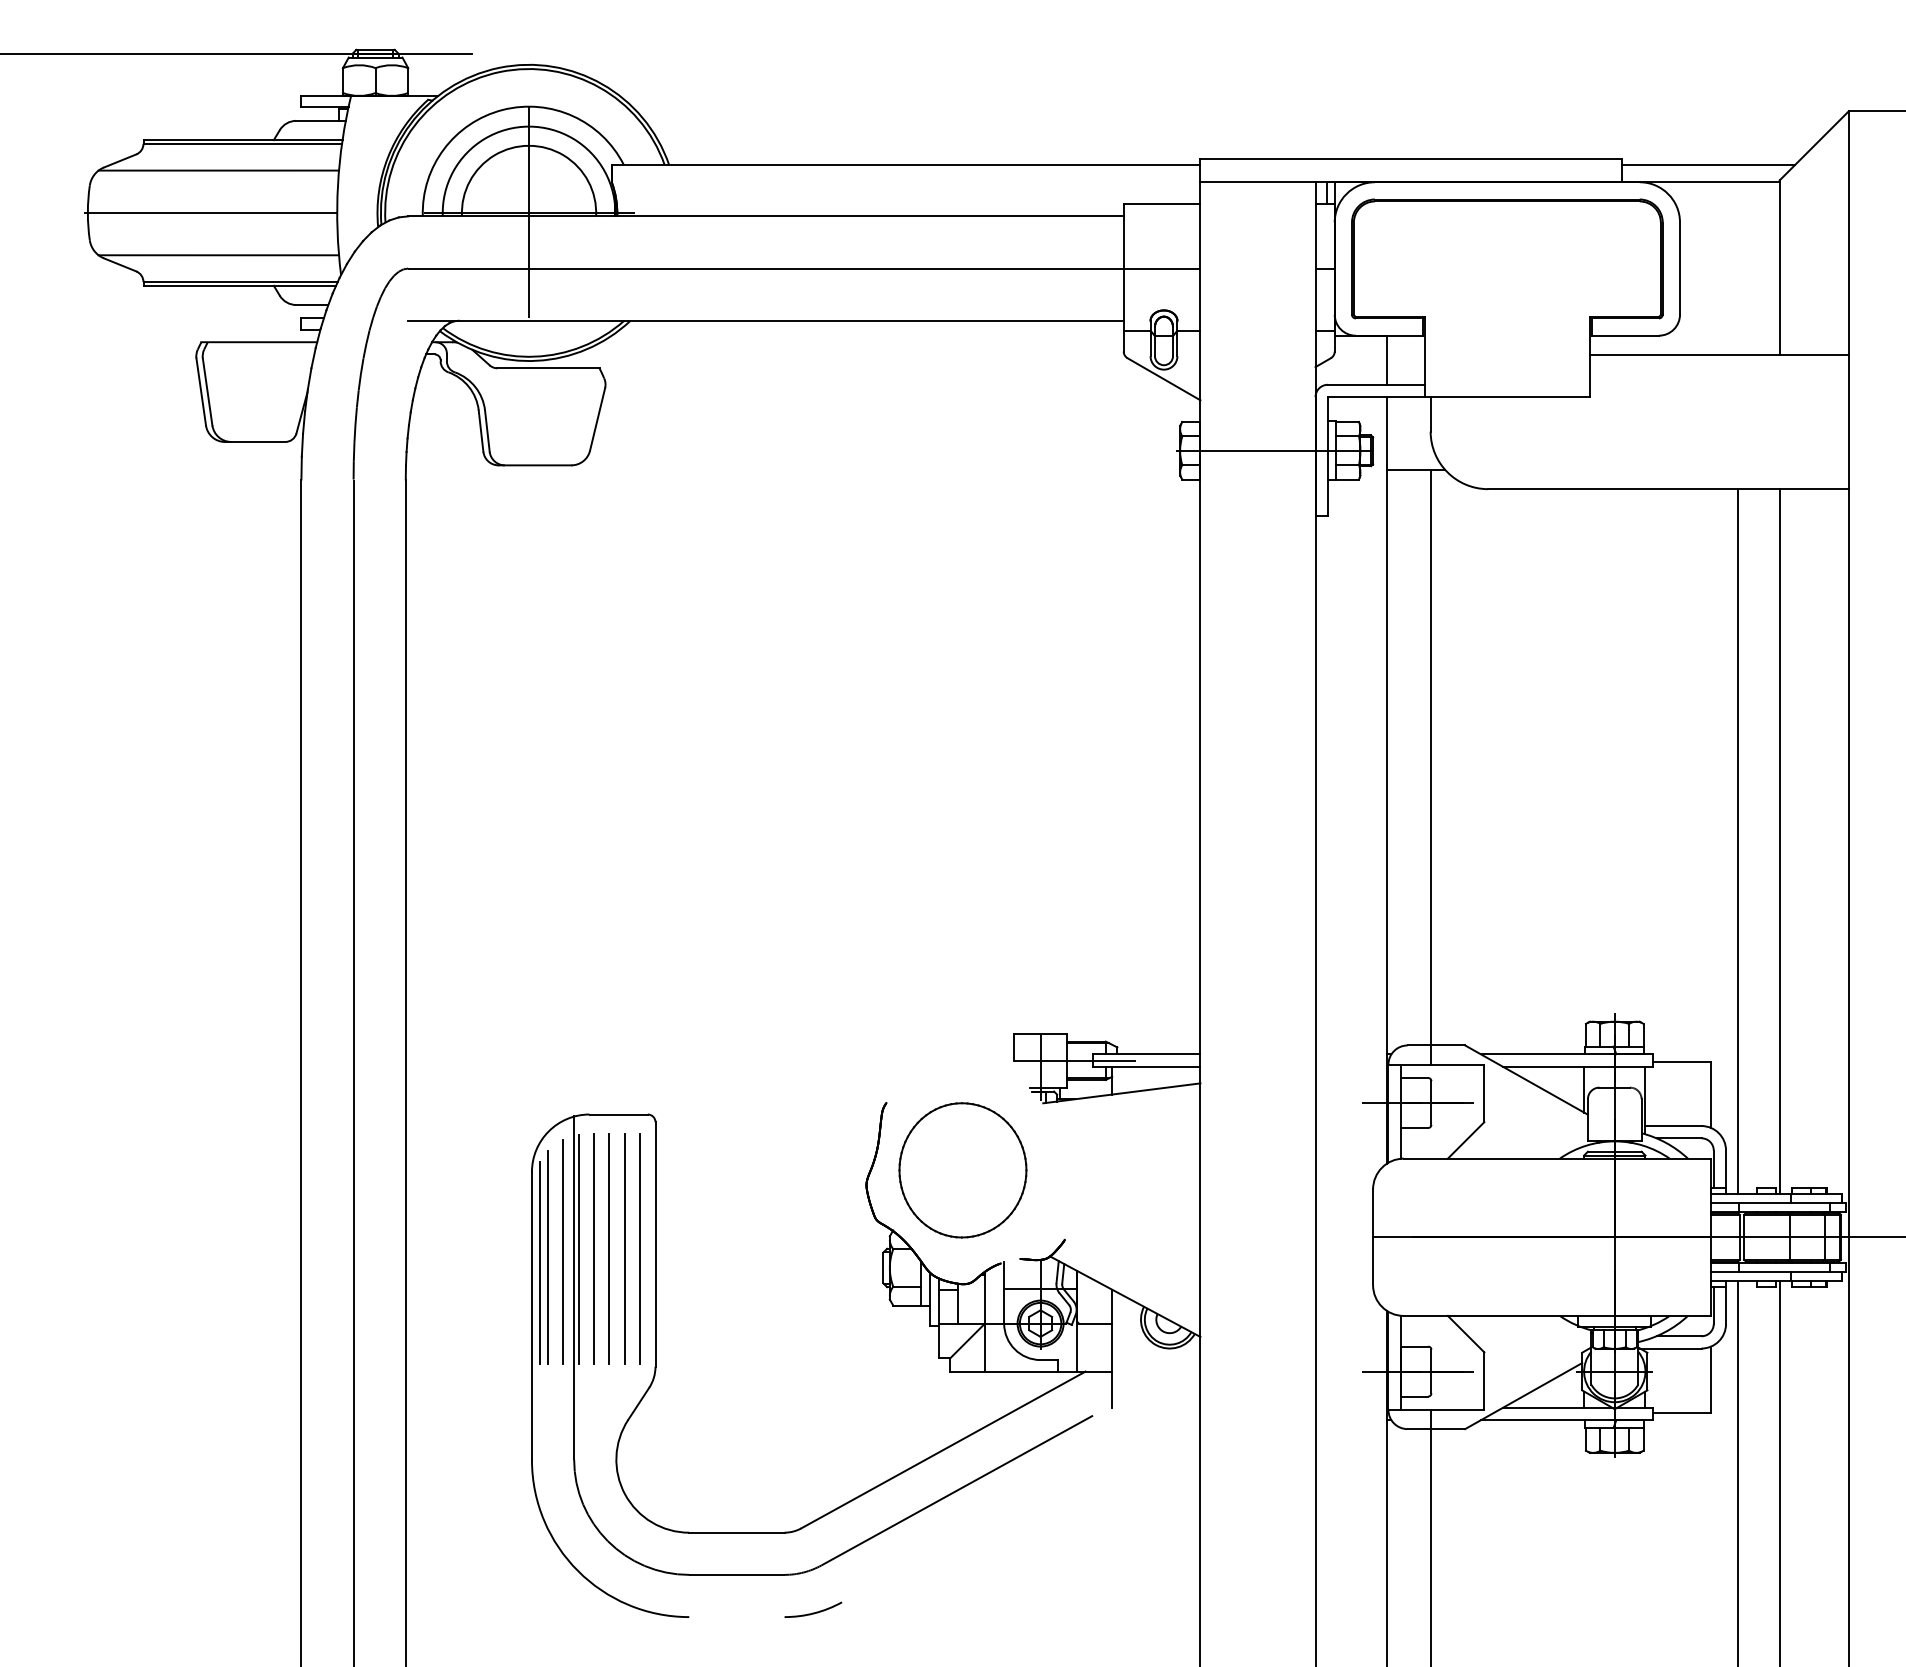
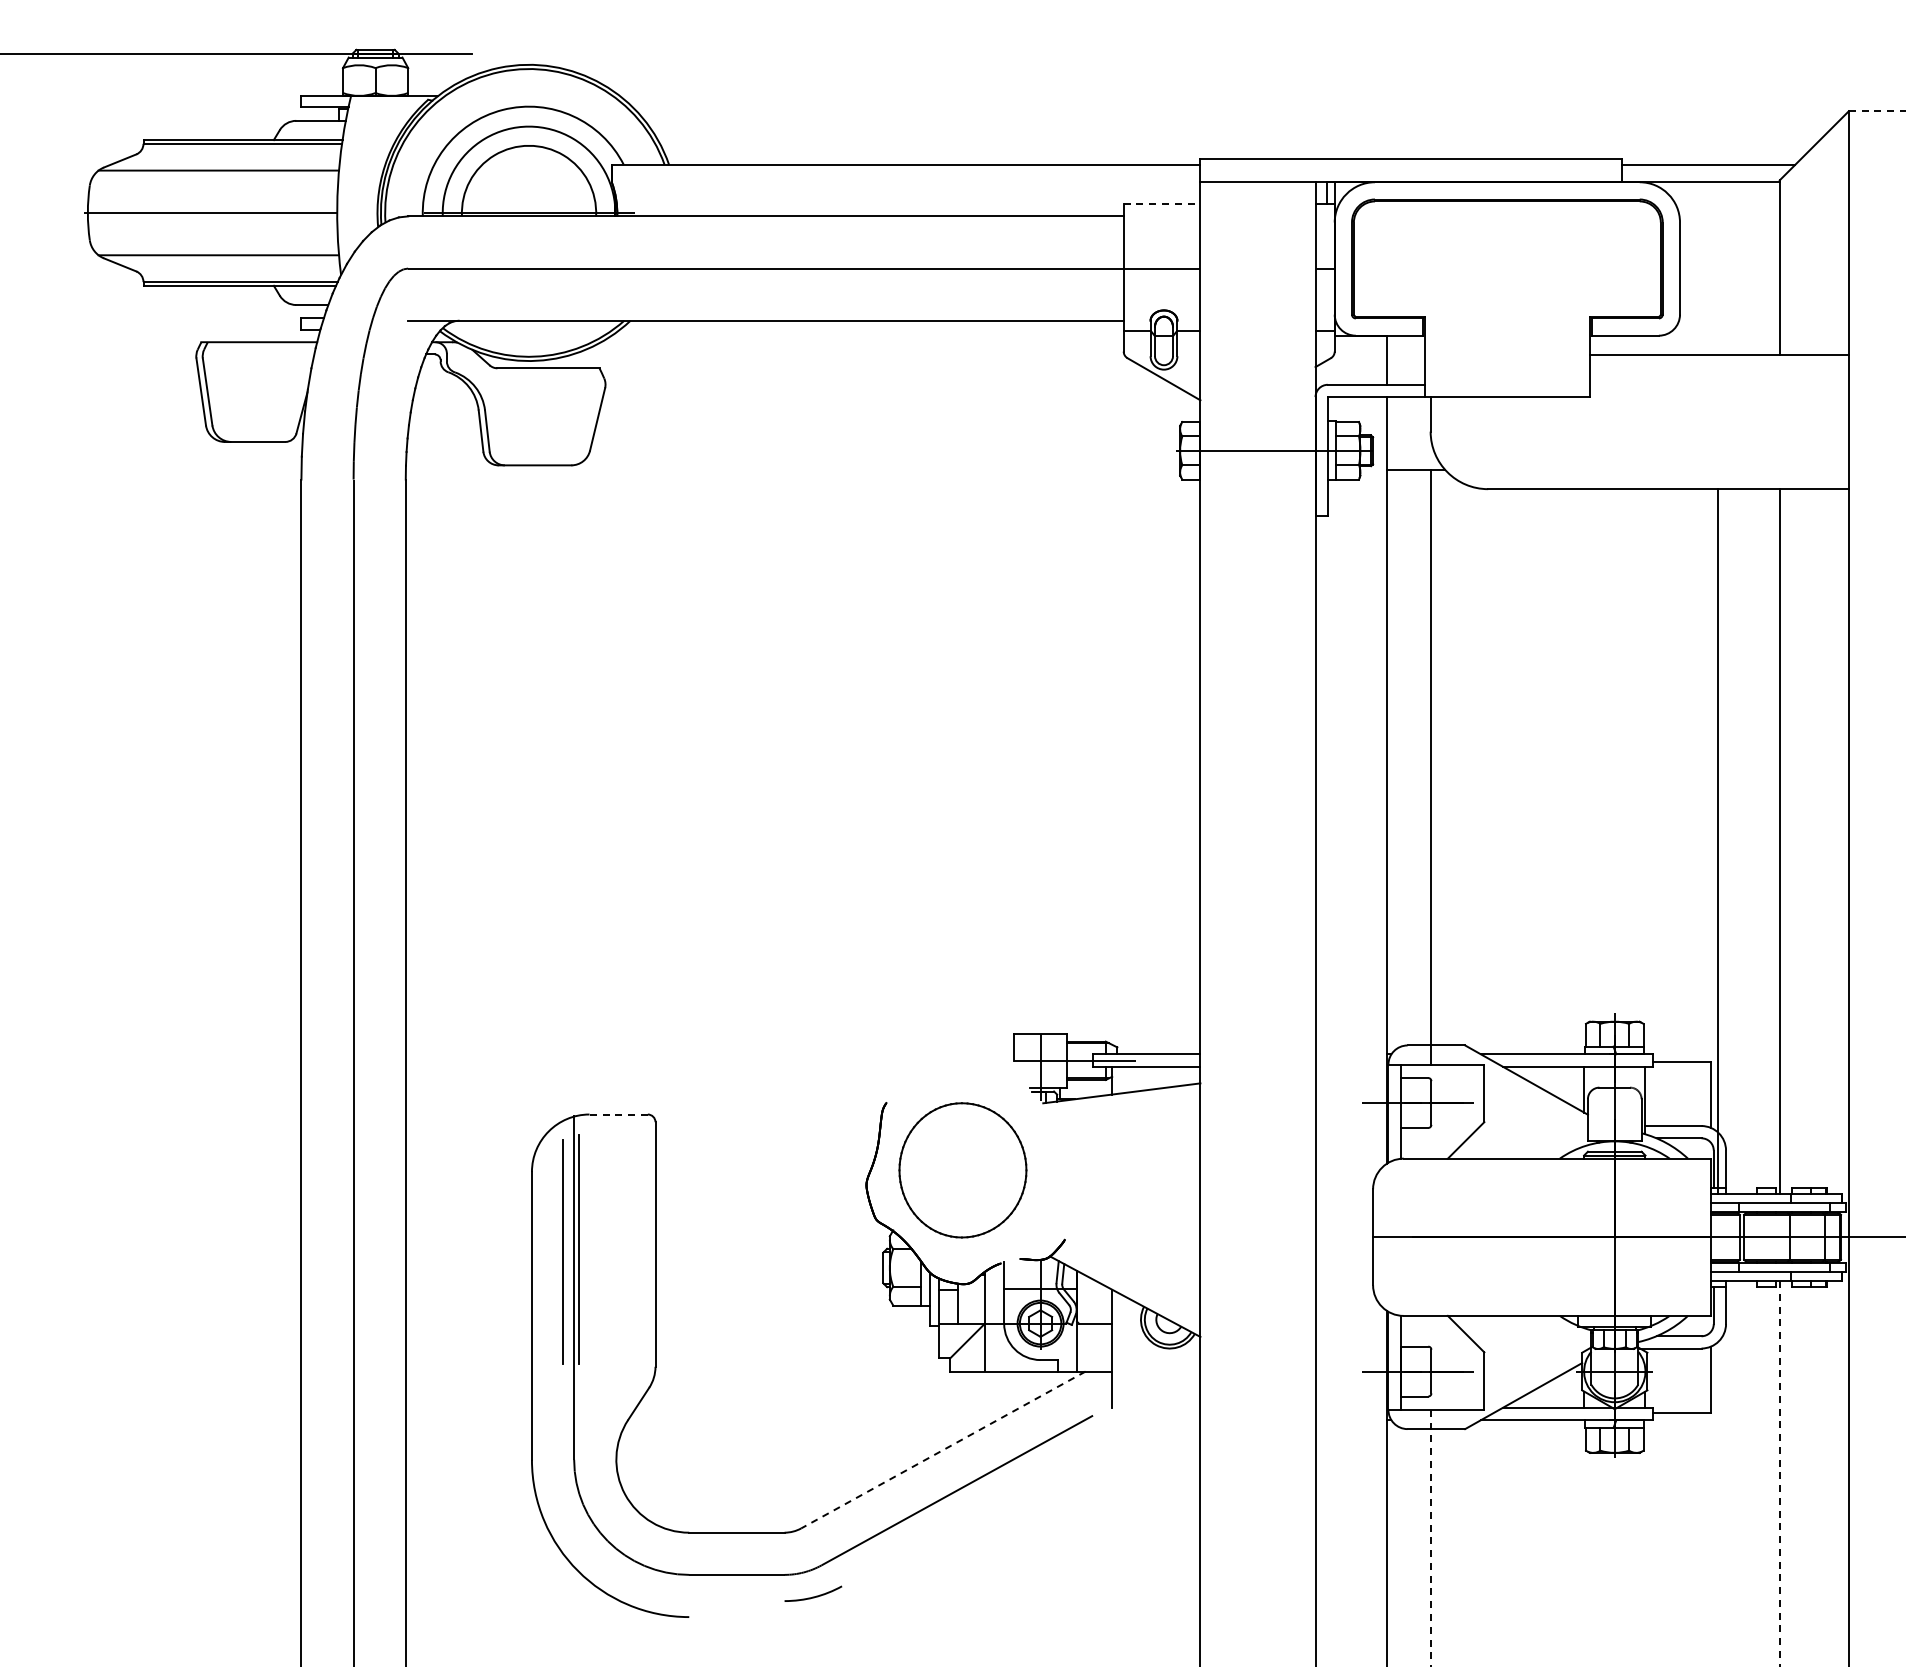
line at (1877, 111): solid -> dashed
line at (1162, 203): solid -> dashed
line at (529, 212): present -> none
line at (1737, 841) position: (1737, 841) -> (1717, 841)
line at (618, 1114): solid -> dashed
line at (594, 1248): present -> none
line at (609, 1248): present -> none
line at (624, 1248): present -> none
line at (639, 1248): present -> none
line at (548, 1257): present -> none
line at (539, 1262): present -> none
line at (942, 1450): solid -> dashed
line at (1737, 1472): present -> none
line at (1779, 1473): solid -> dashed
line at (1430, 1538): solid -> dashed
arc at (813, 1612) position: (813, 1612) -> (813, 1596)
